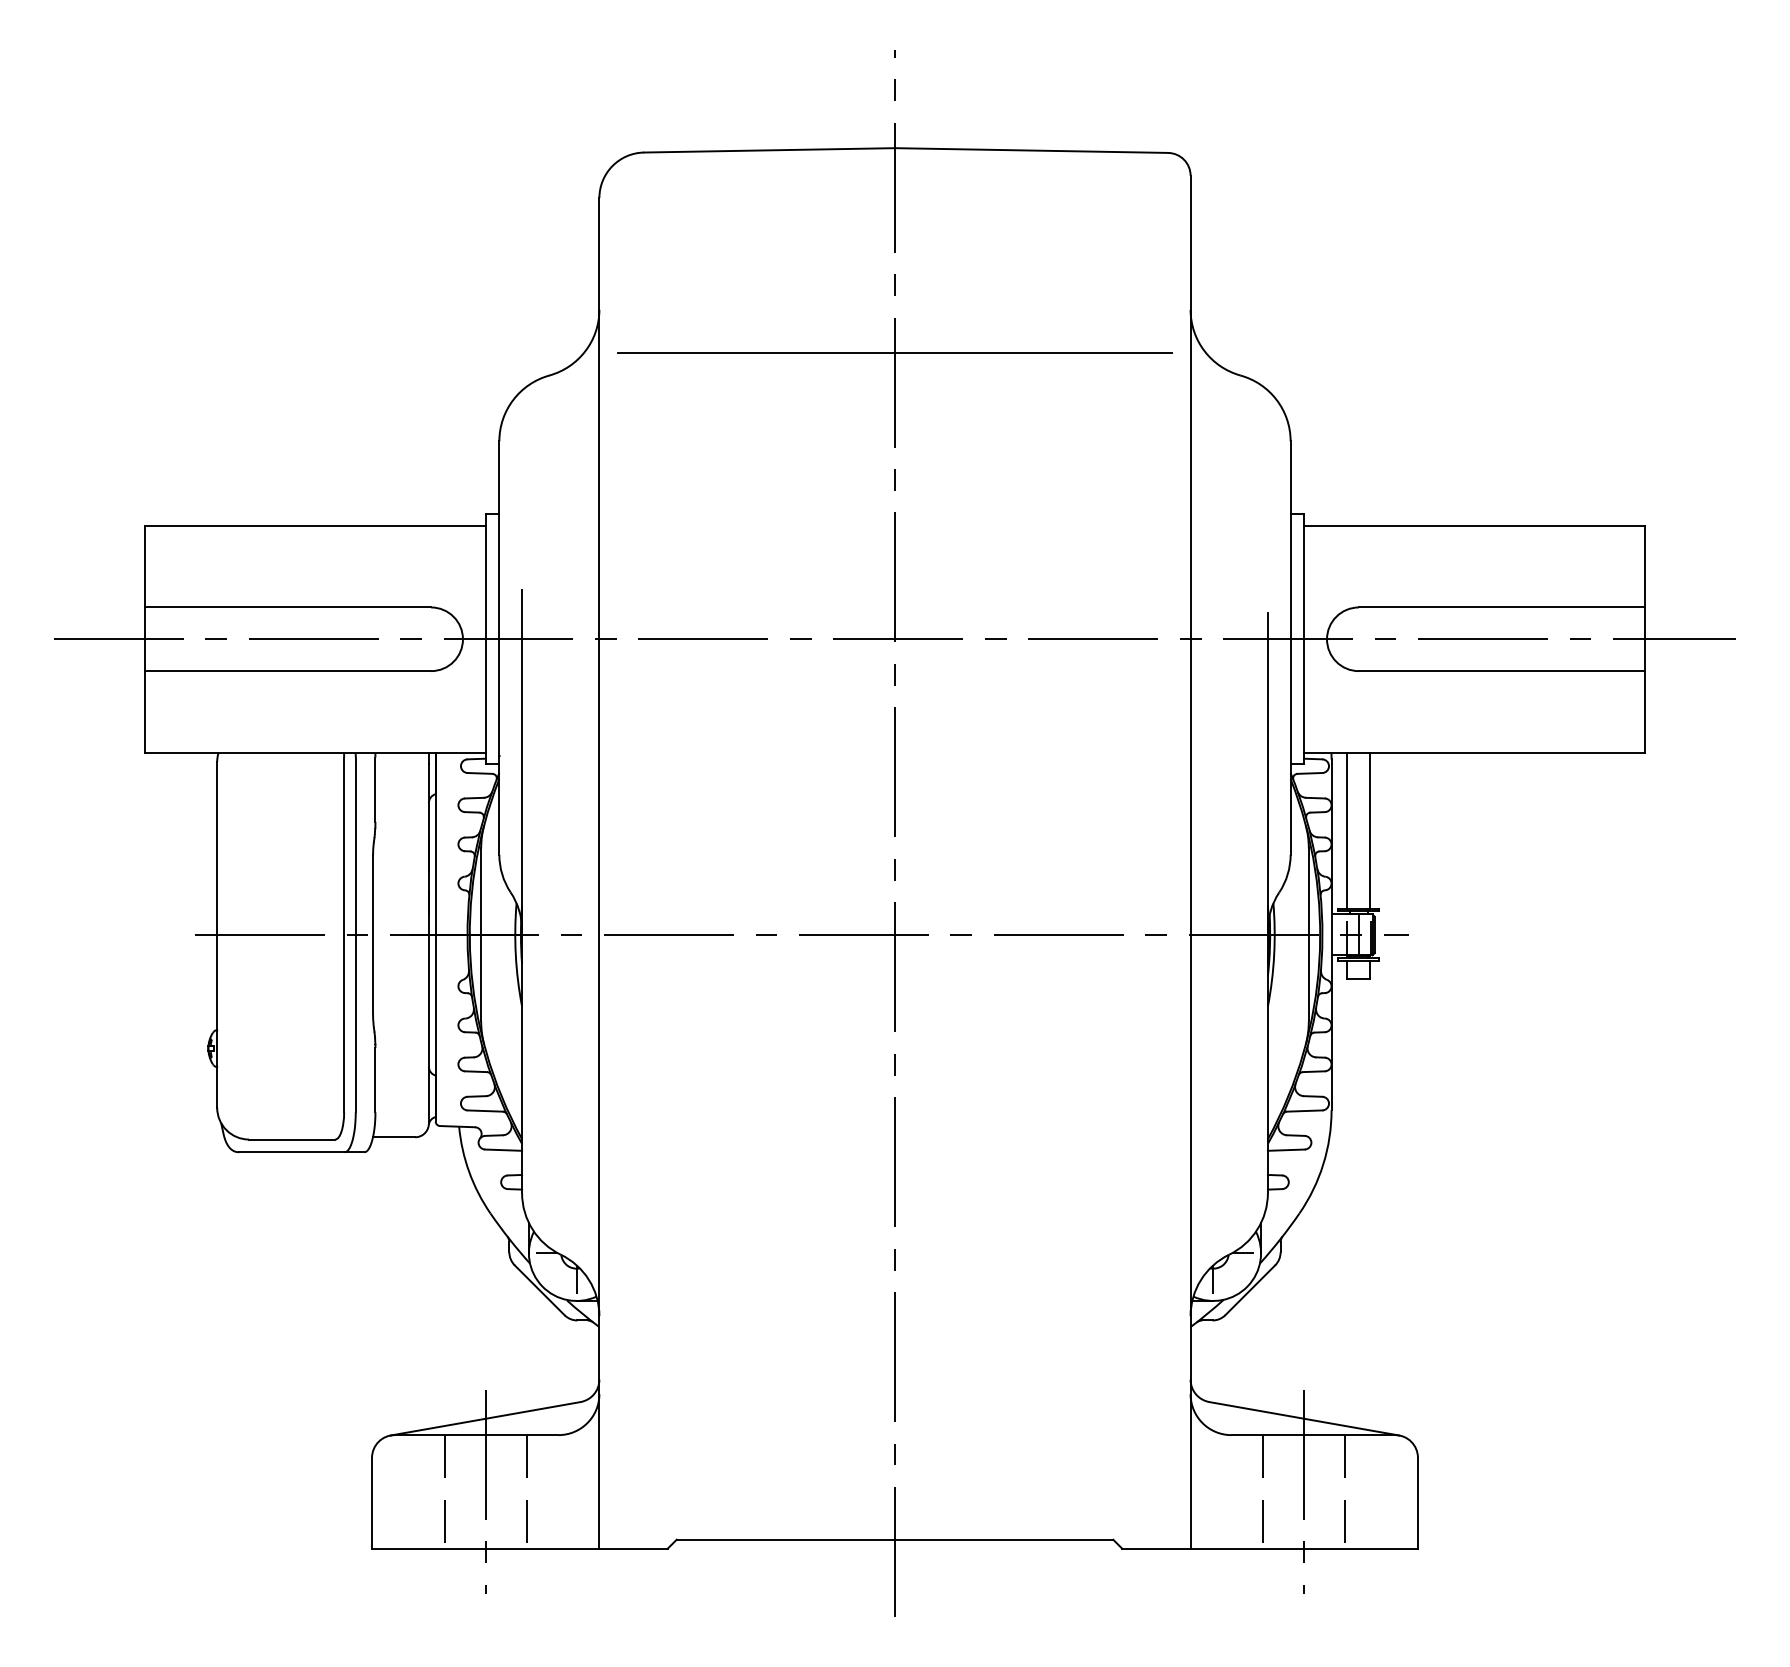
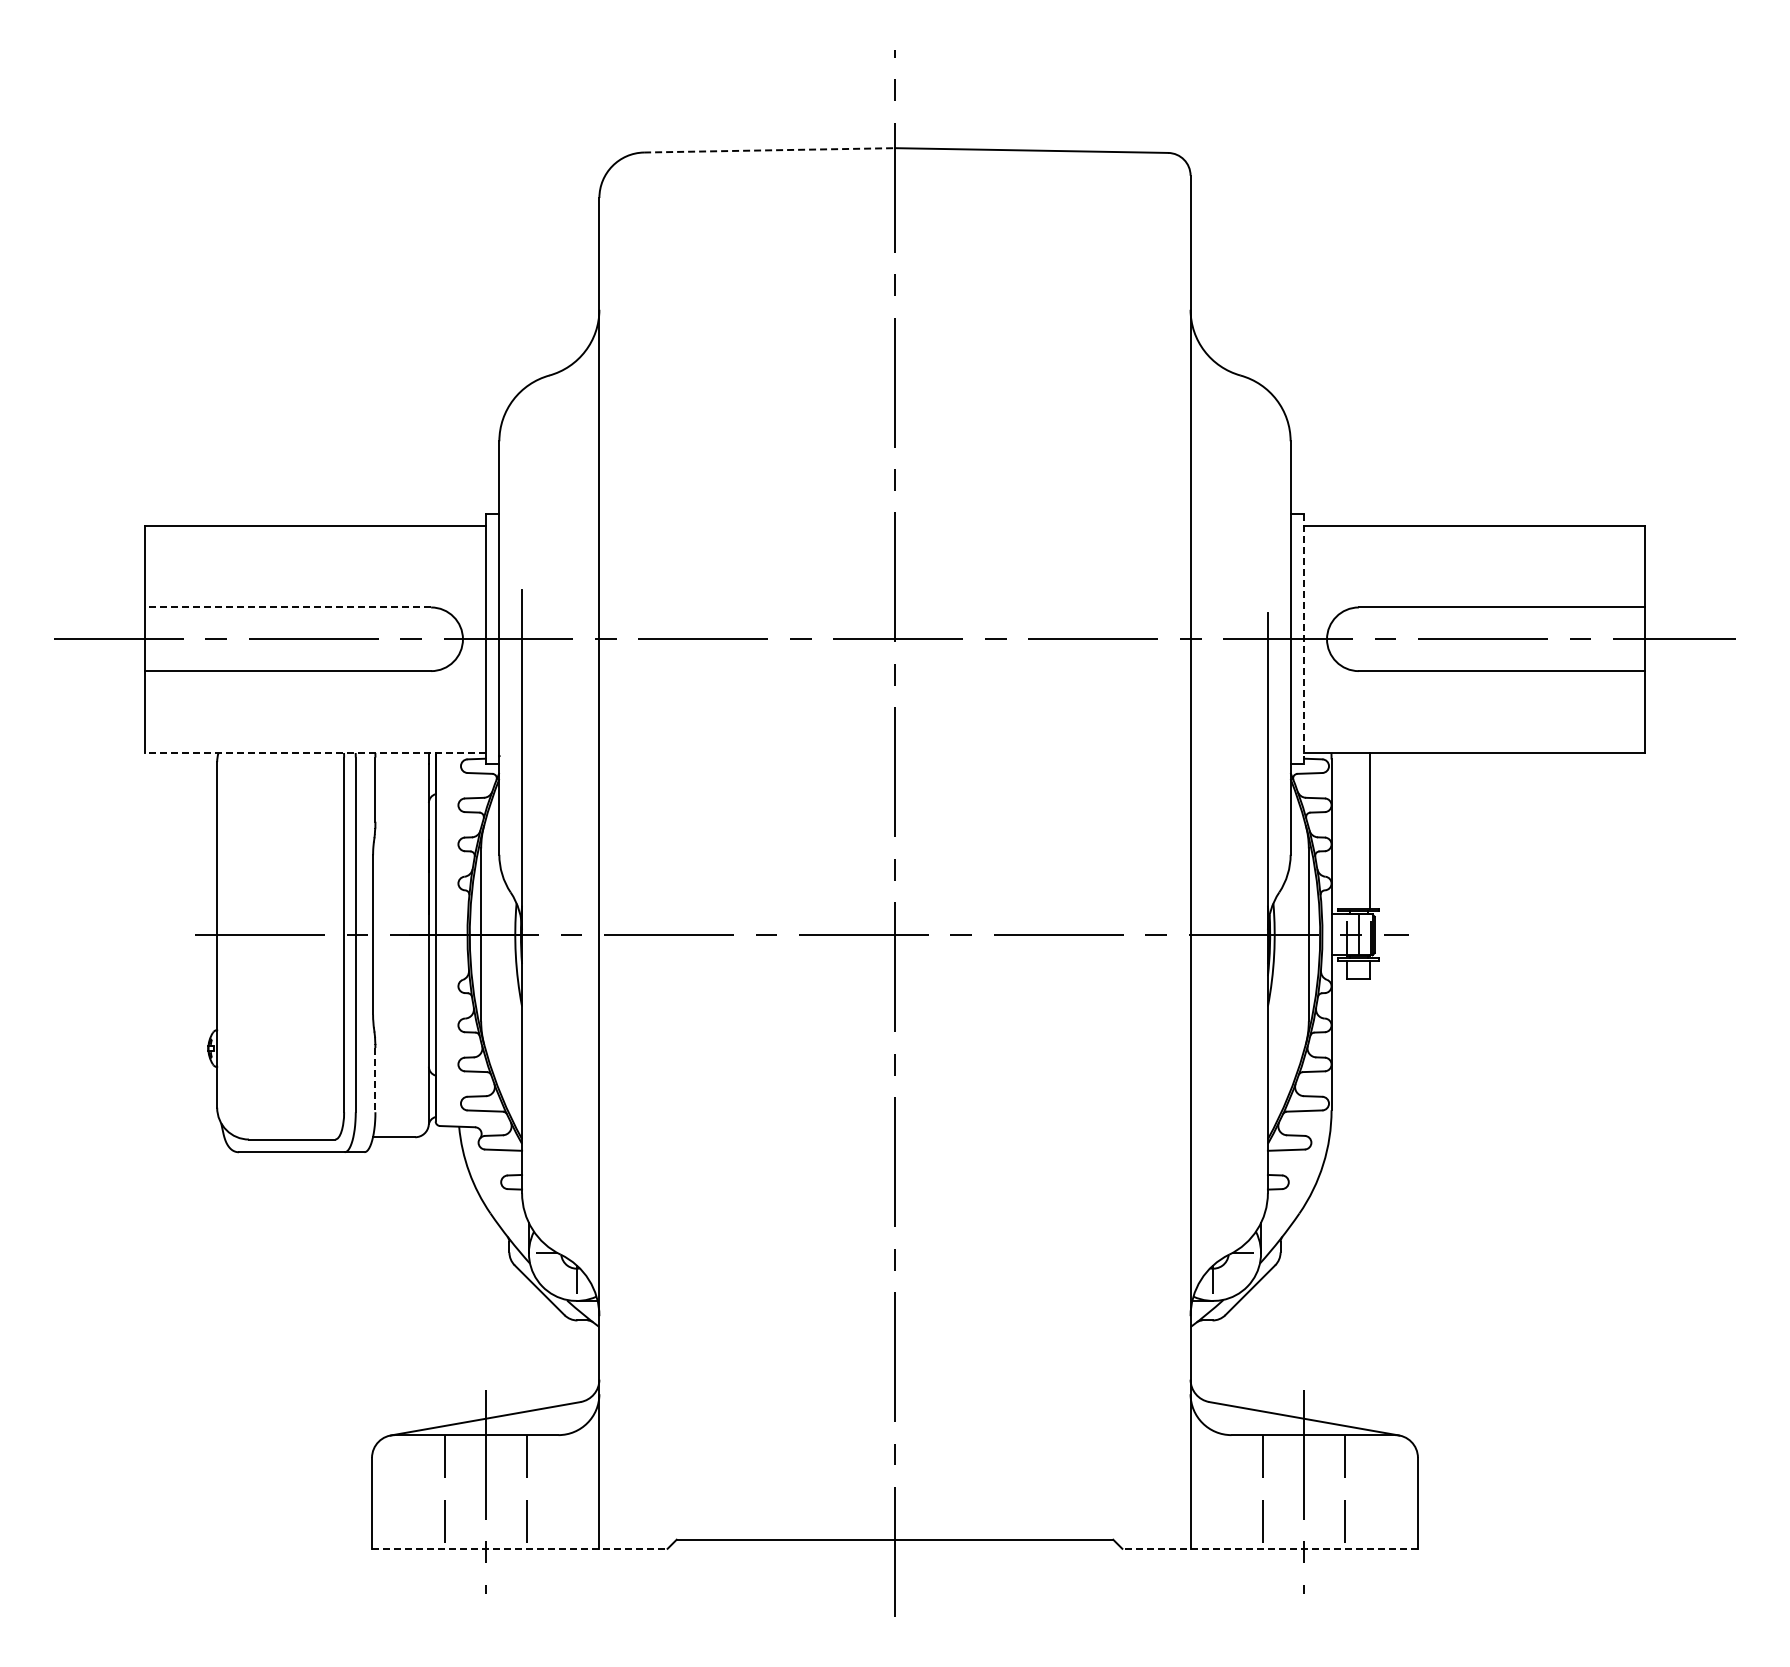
line at (770, 150): solid -> dashed
line at (894, 352): present -> none
line at (287, 607): solid -> dashed
line at (1304, 639): solid -> dashed
line at (315, 753): solid -> dashed
line at (1347, 830): present -> none
line at (375, 1080): solid -> dashed
line at (519, 1548): solid -> dashed
line at (1270, 1548): solid -> dashed
